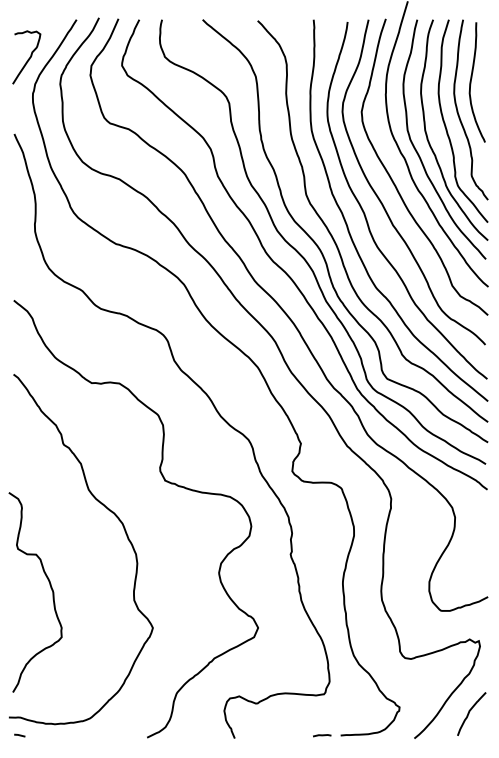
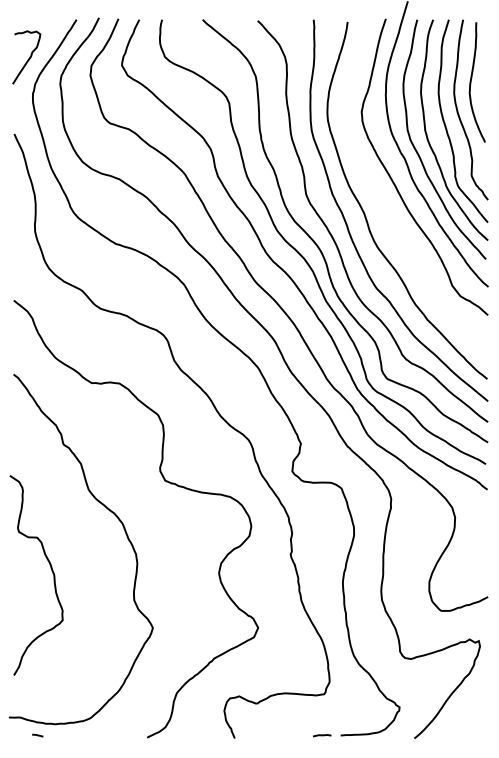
curve at (382, 202): present -> none
curve at (50, 588) position: (50, 588) -> (51, 571)
curve at (469, 713): present -> none
line at (19, 735) position: (19, 735) -> (37, 735)
